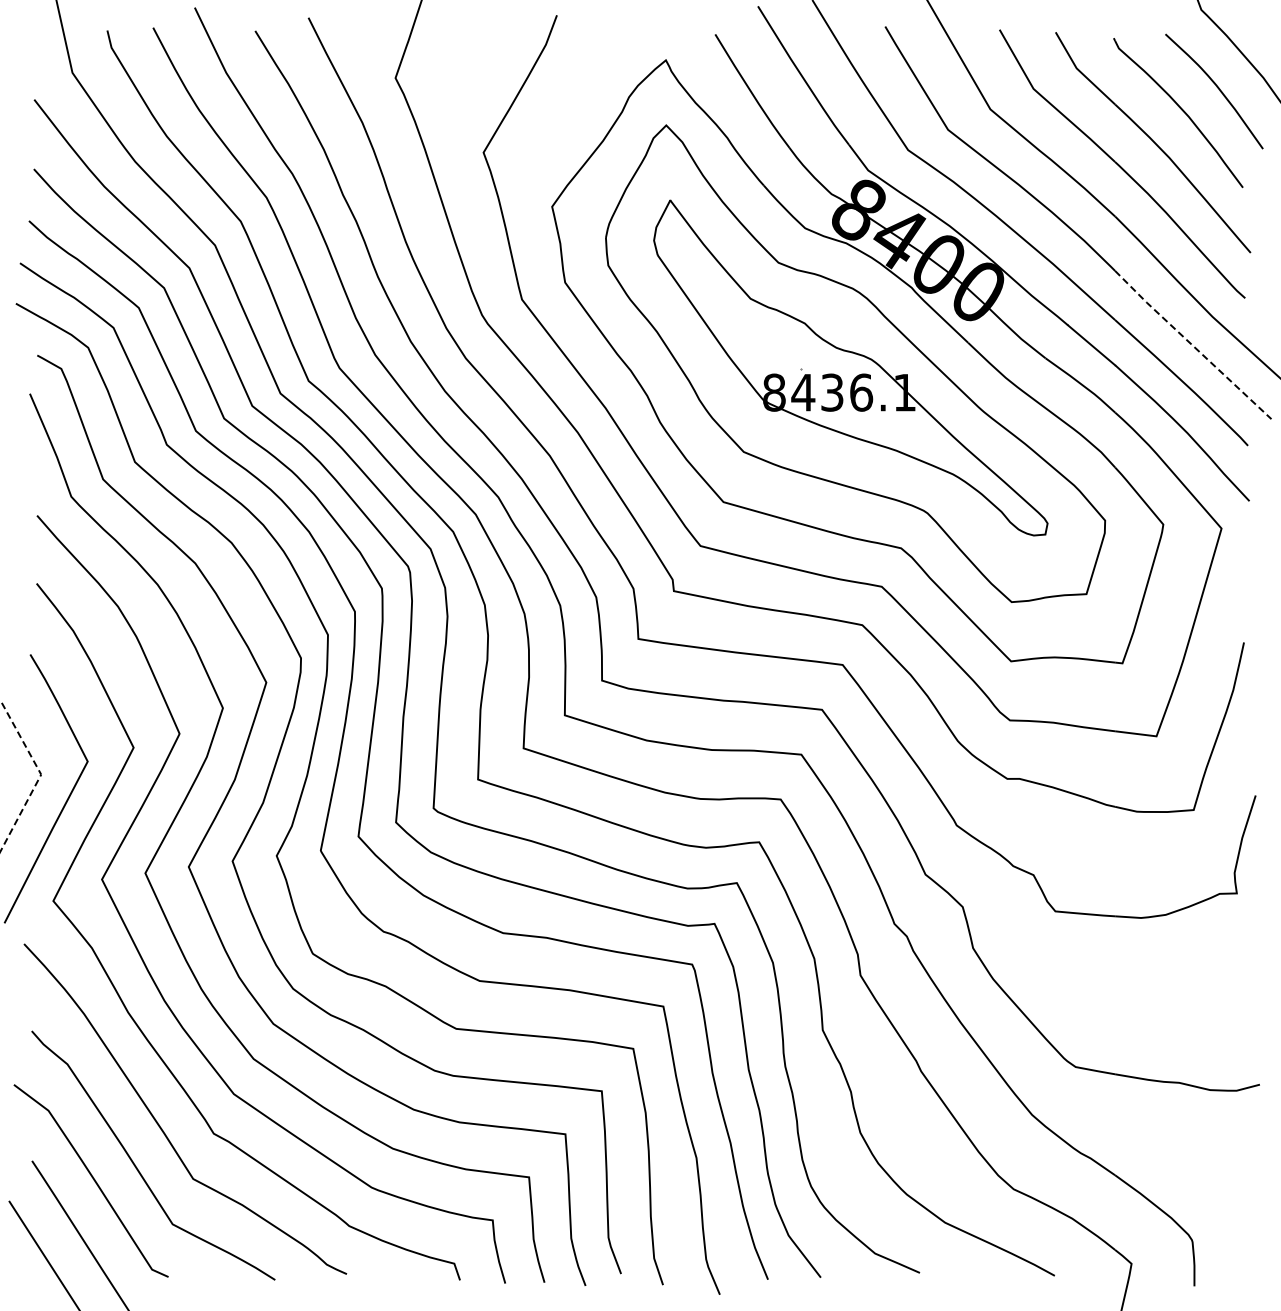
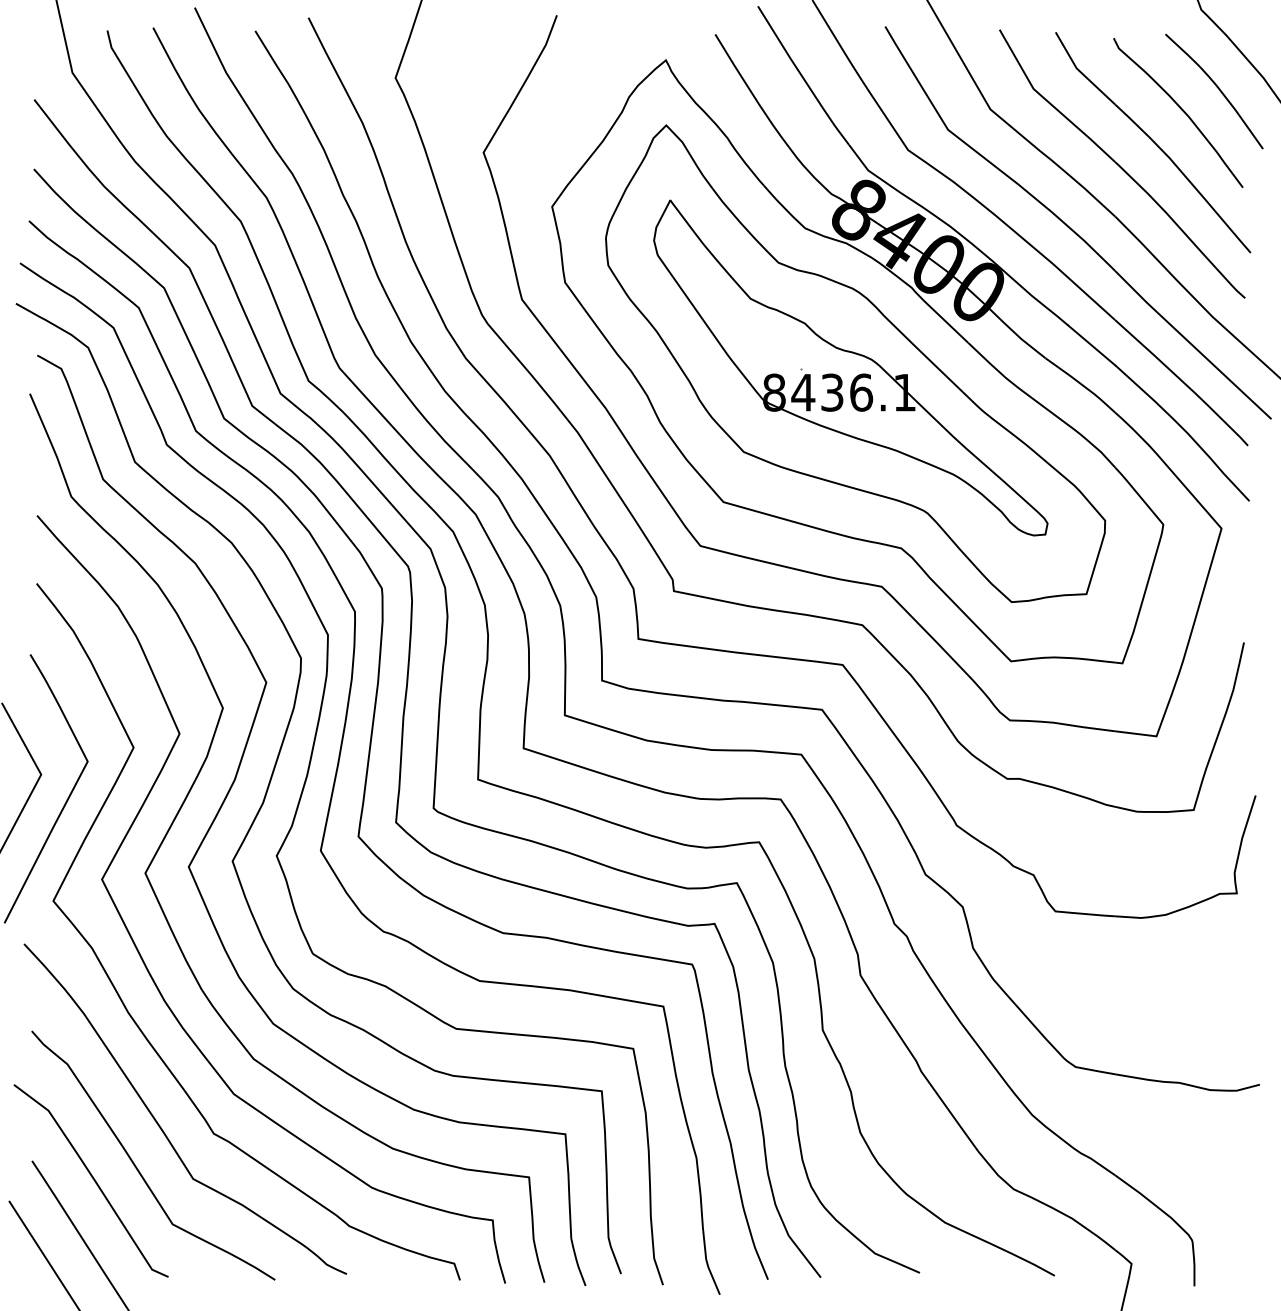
line at (1192, 345): dashed -> solid
line at (40, 776): dashed -> solid
